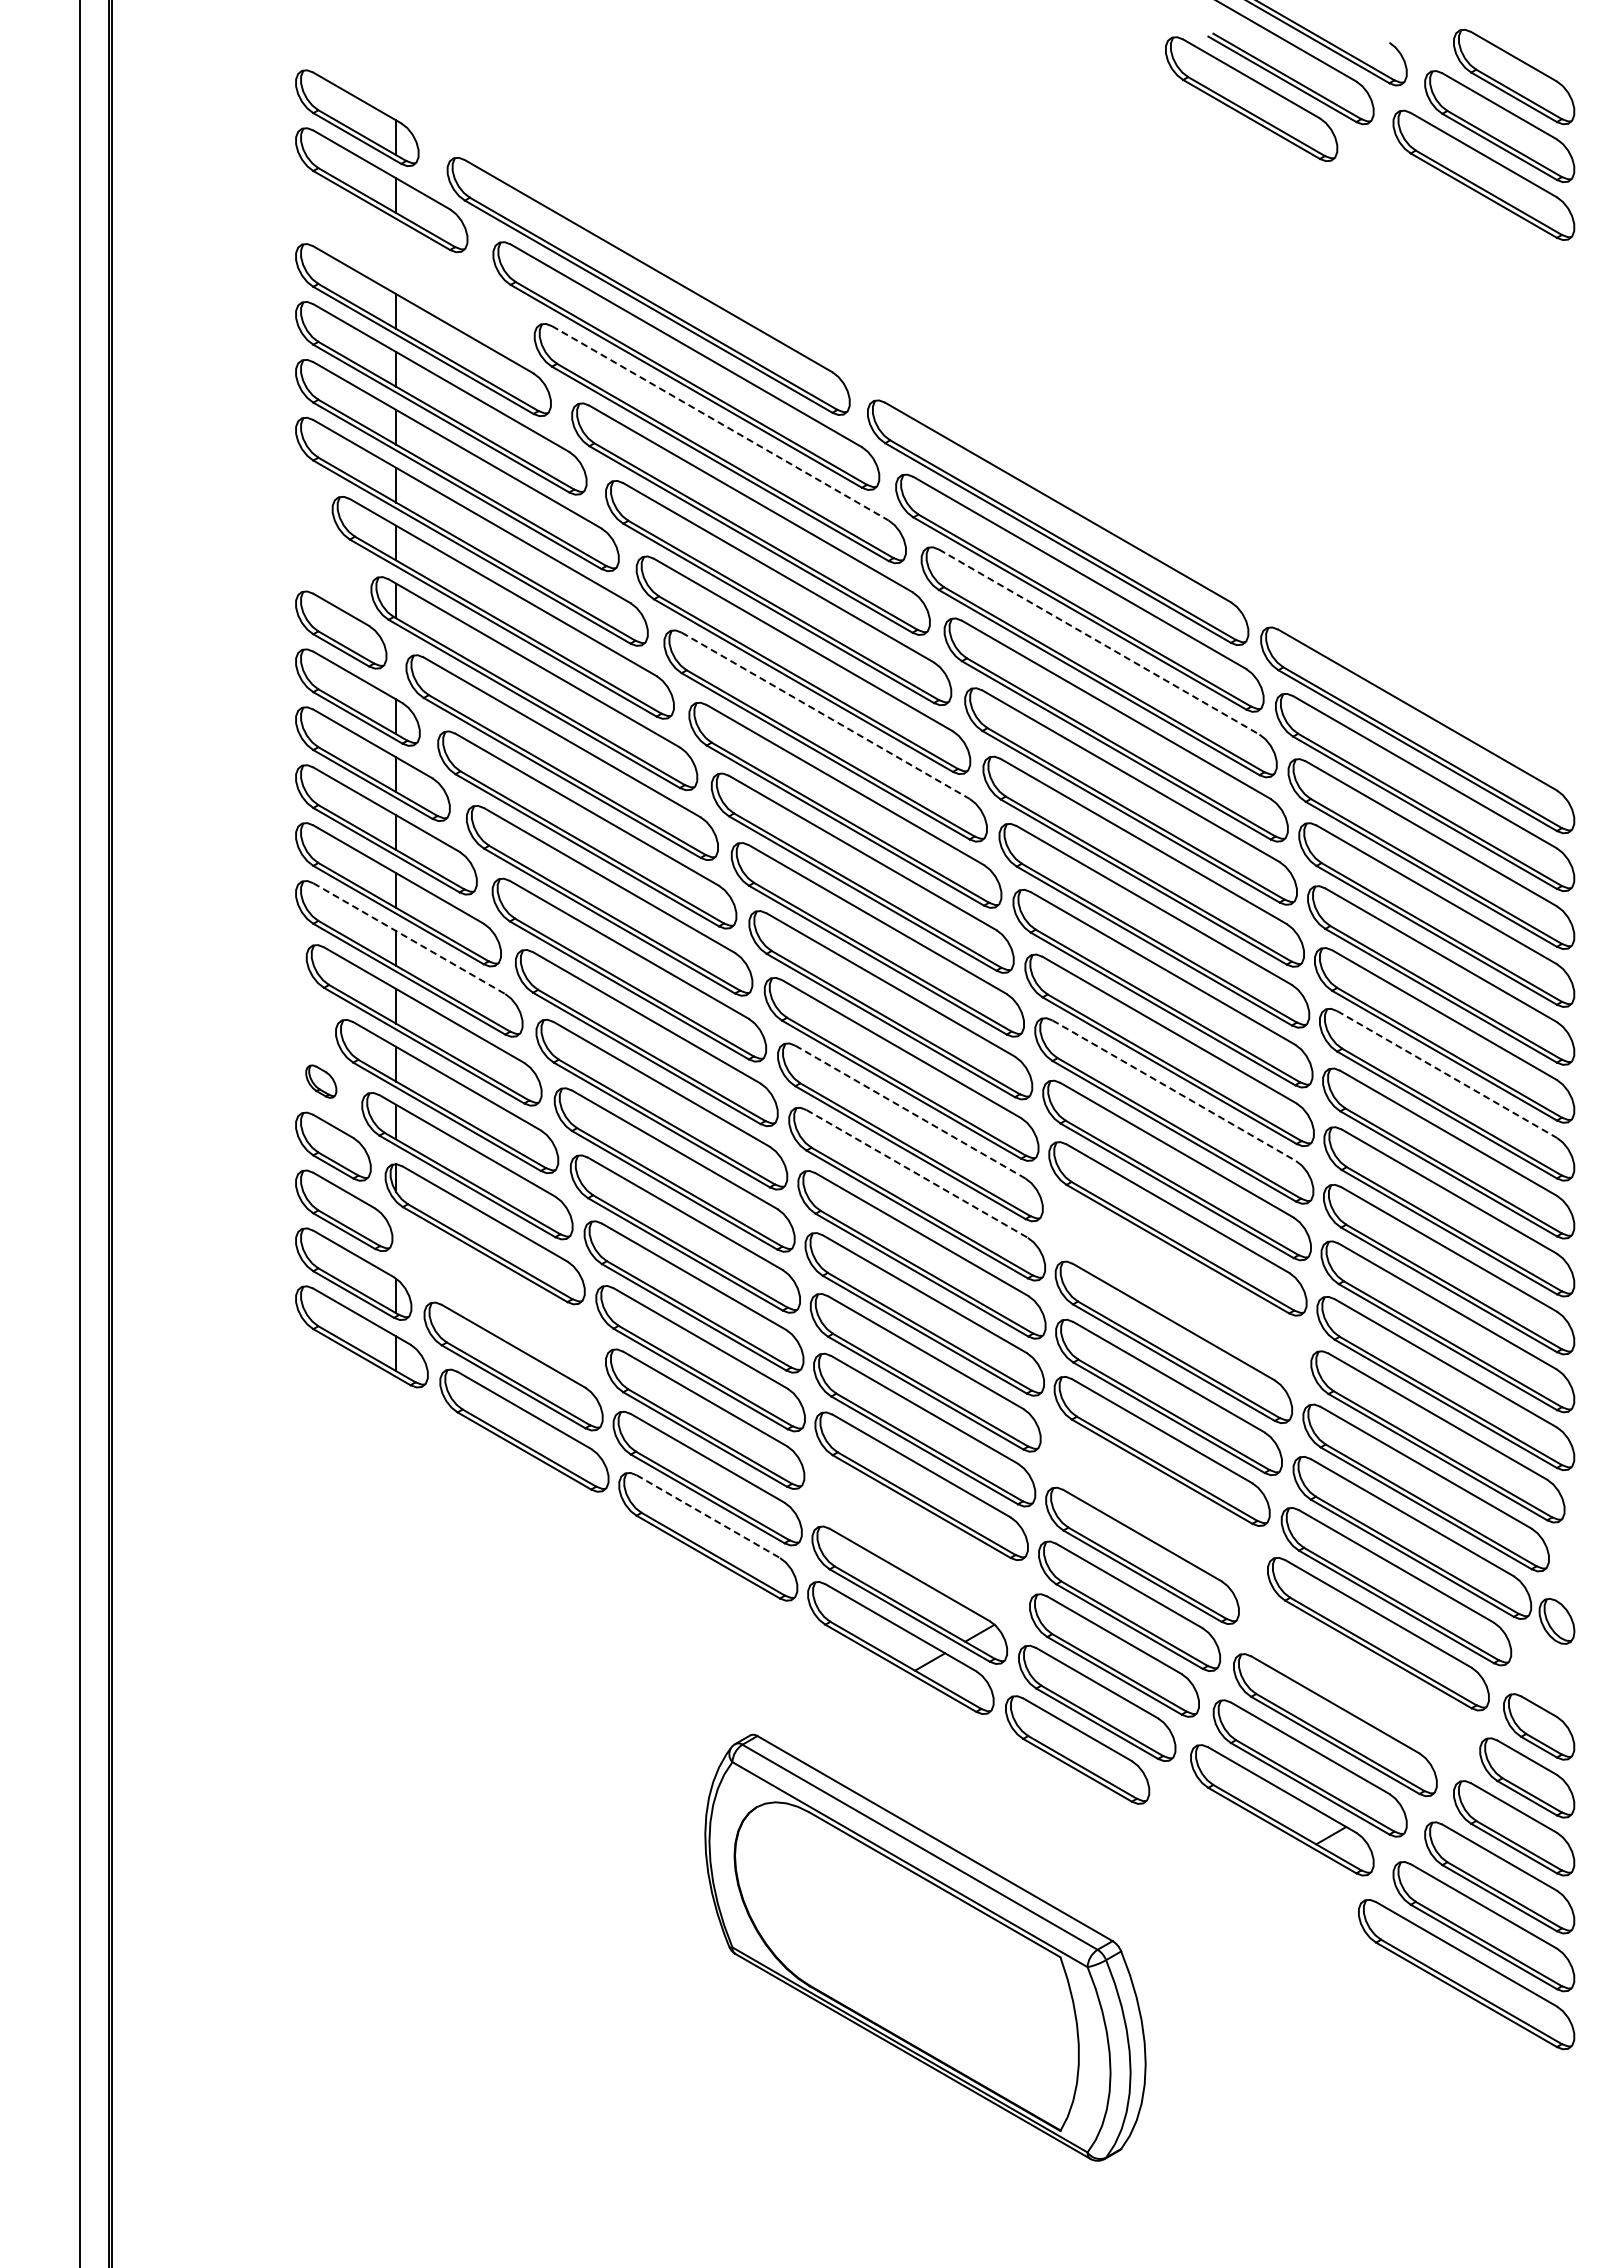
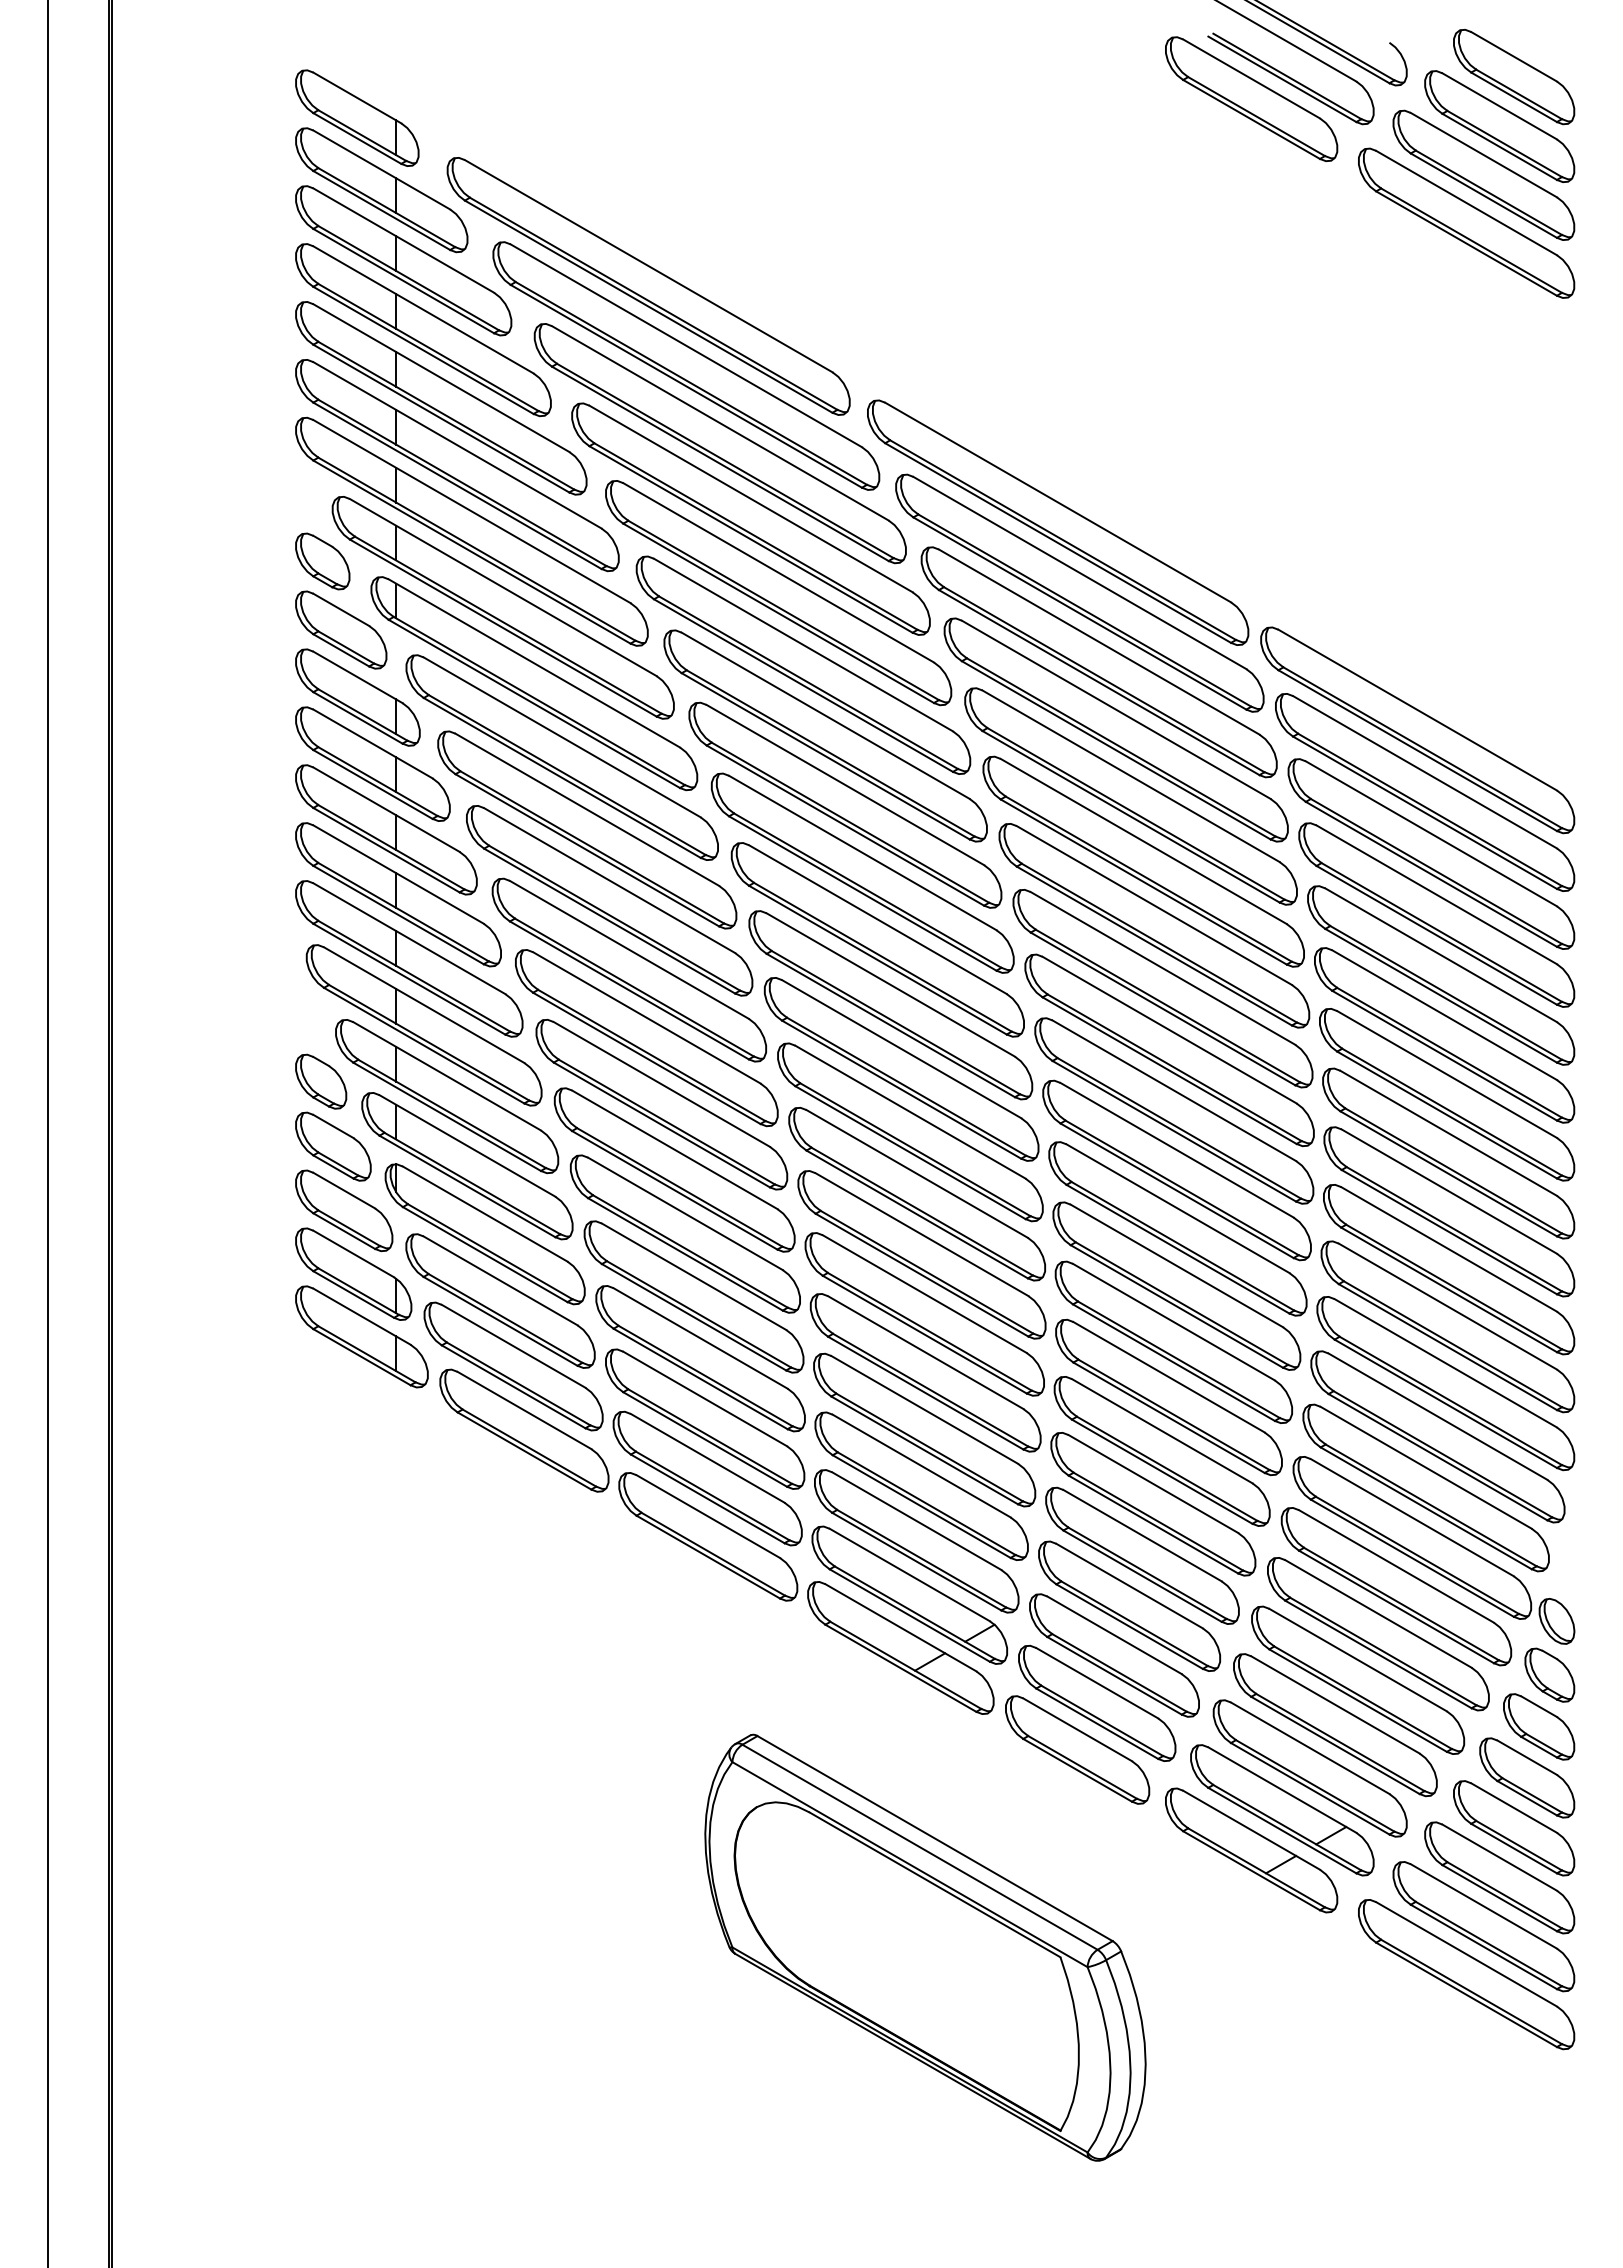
part at (1466, 222): none -> present
part at (403, 260): none -> present
line at (720, 423): dashed -> solid
part at (322, 561): none -> present
line at (1099, 642): dashed -> solid
line at (826, 716): dashed -> solid
line at (409, 938): dashed -> solid
line at (1447, 1074): dashed -> solid
part at (321, 1081) size: 33x35 px -> 53x57 px
line at (1174, 1090): dashed -> solid
line at (910, 1112): dashed -> solid
line at (80, 1133) position: (80, 1133) -> (48, 1133)
line at (917, 1173): dashed -> solid
part at (1176, 1285): none -> present
part at (500, 1300): none -> present
part at (1153, 1504): none -> present
line at (708, 1516): dashed -> solid
part at (916, 1541): none -> present
part at (1549, 1674): none -> present
part at (1358, 1679): none -> present
part at (1251, 1850): none -> present
